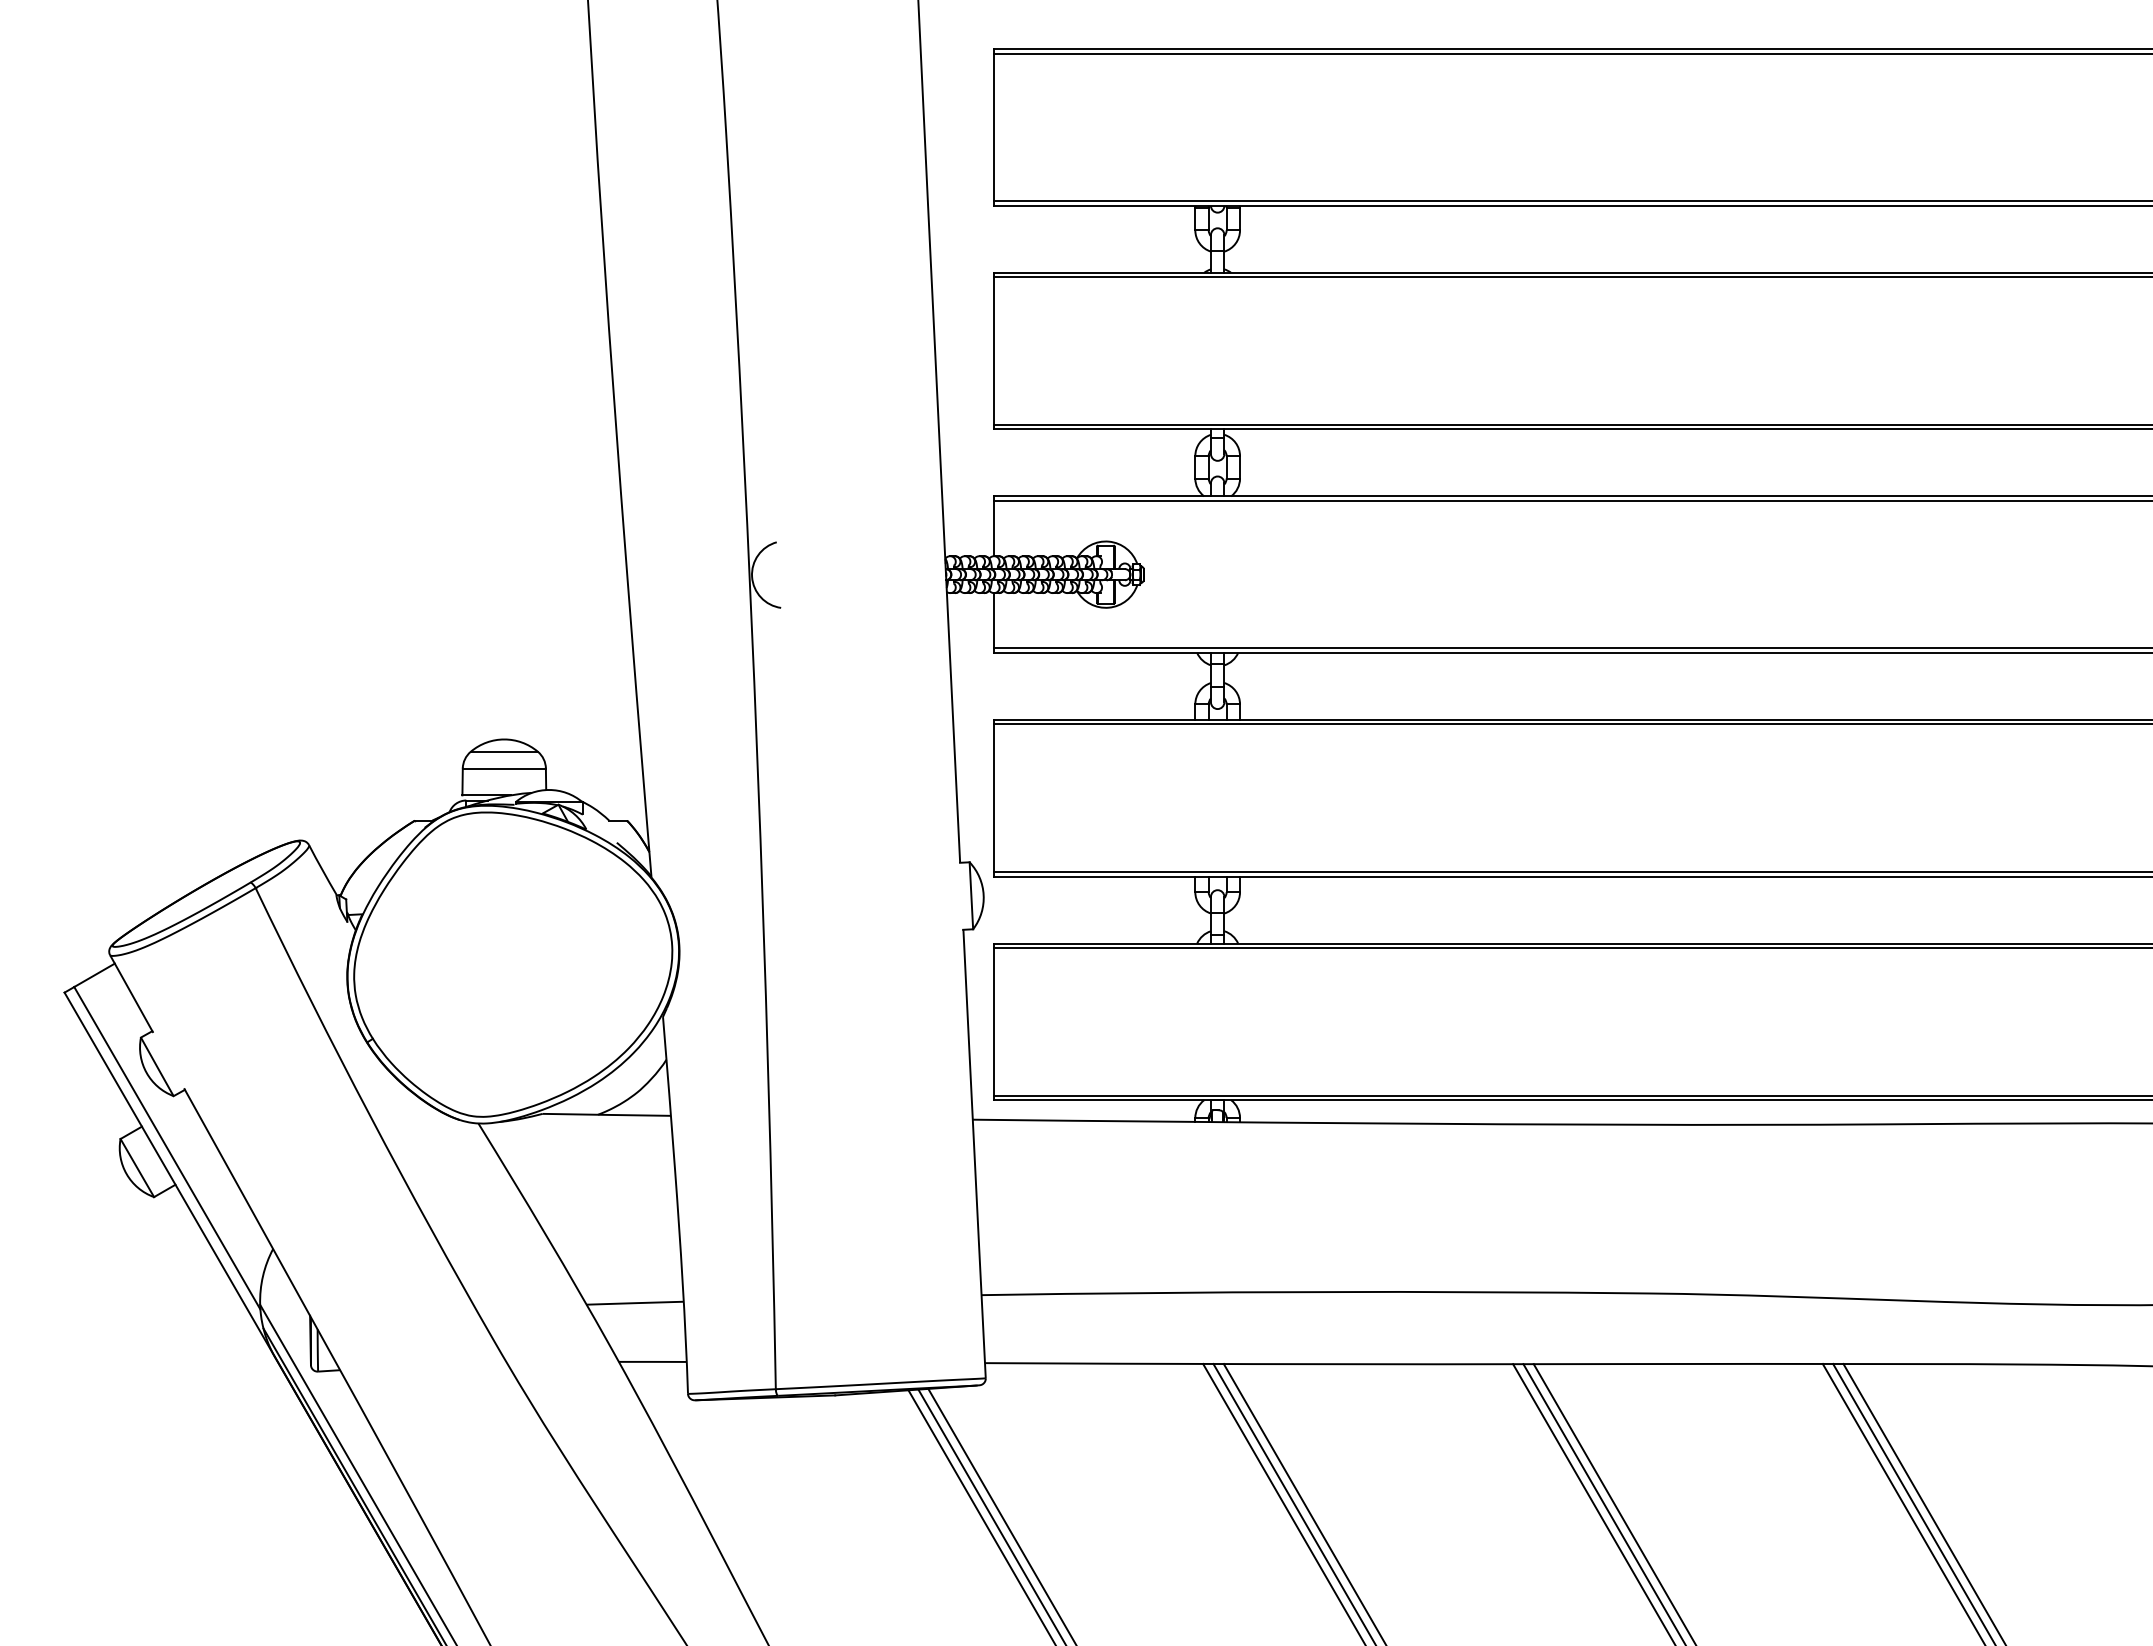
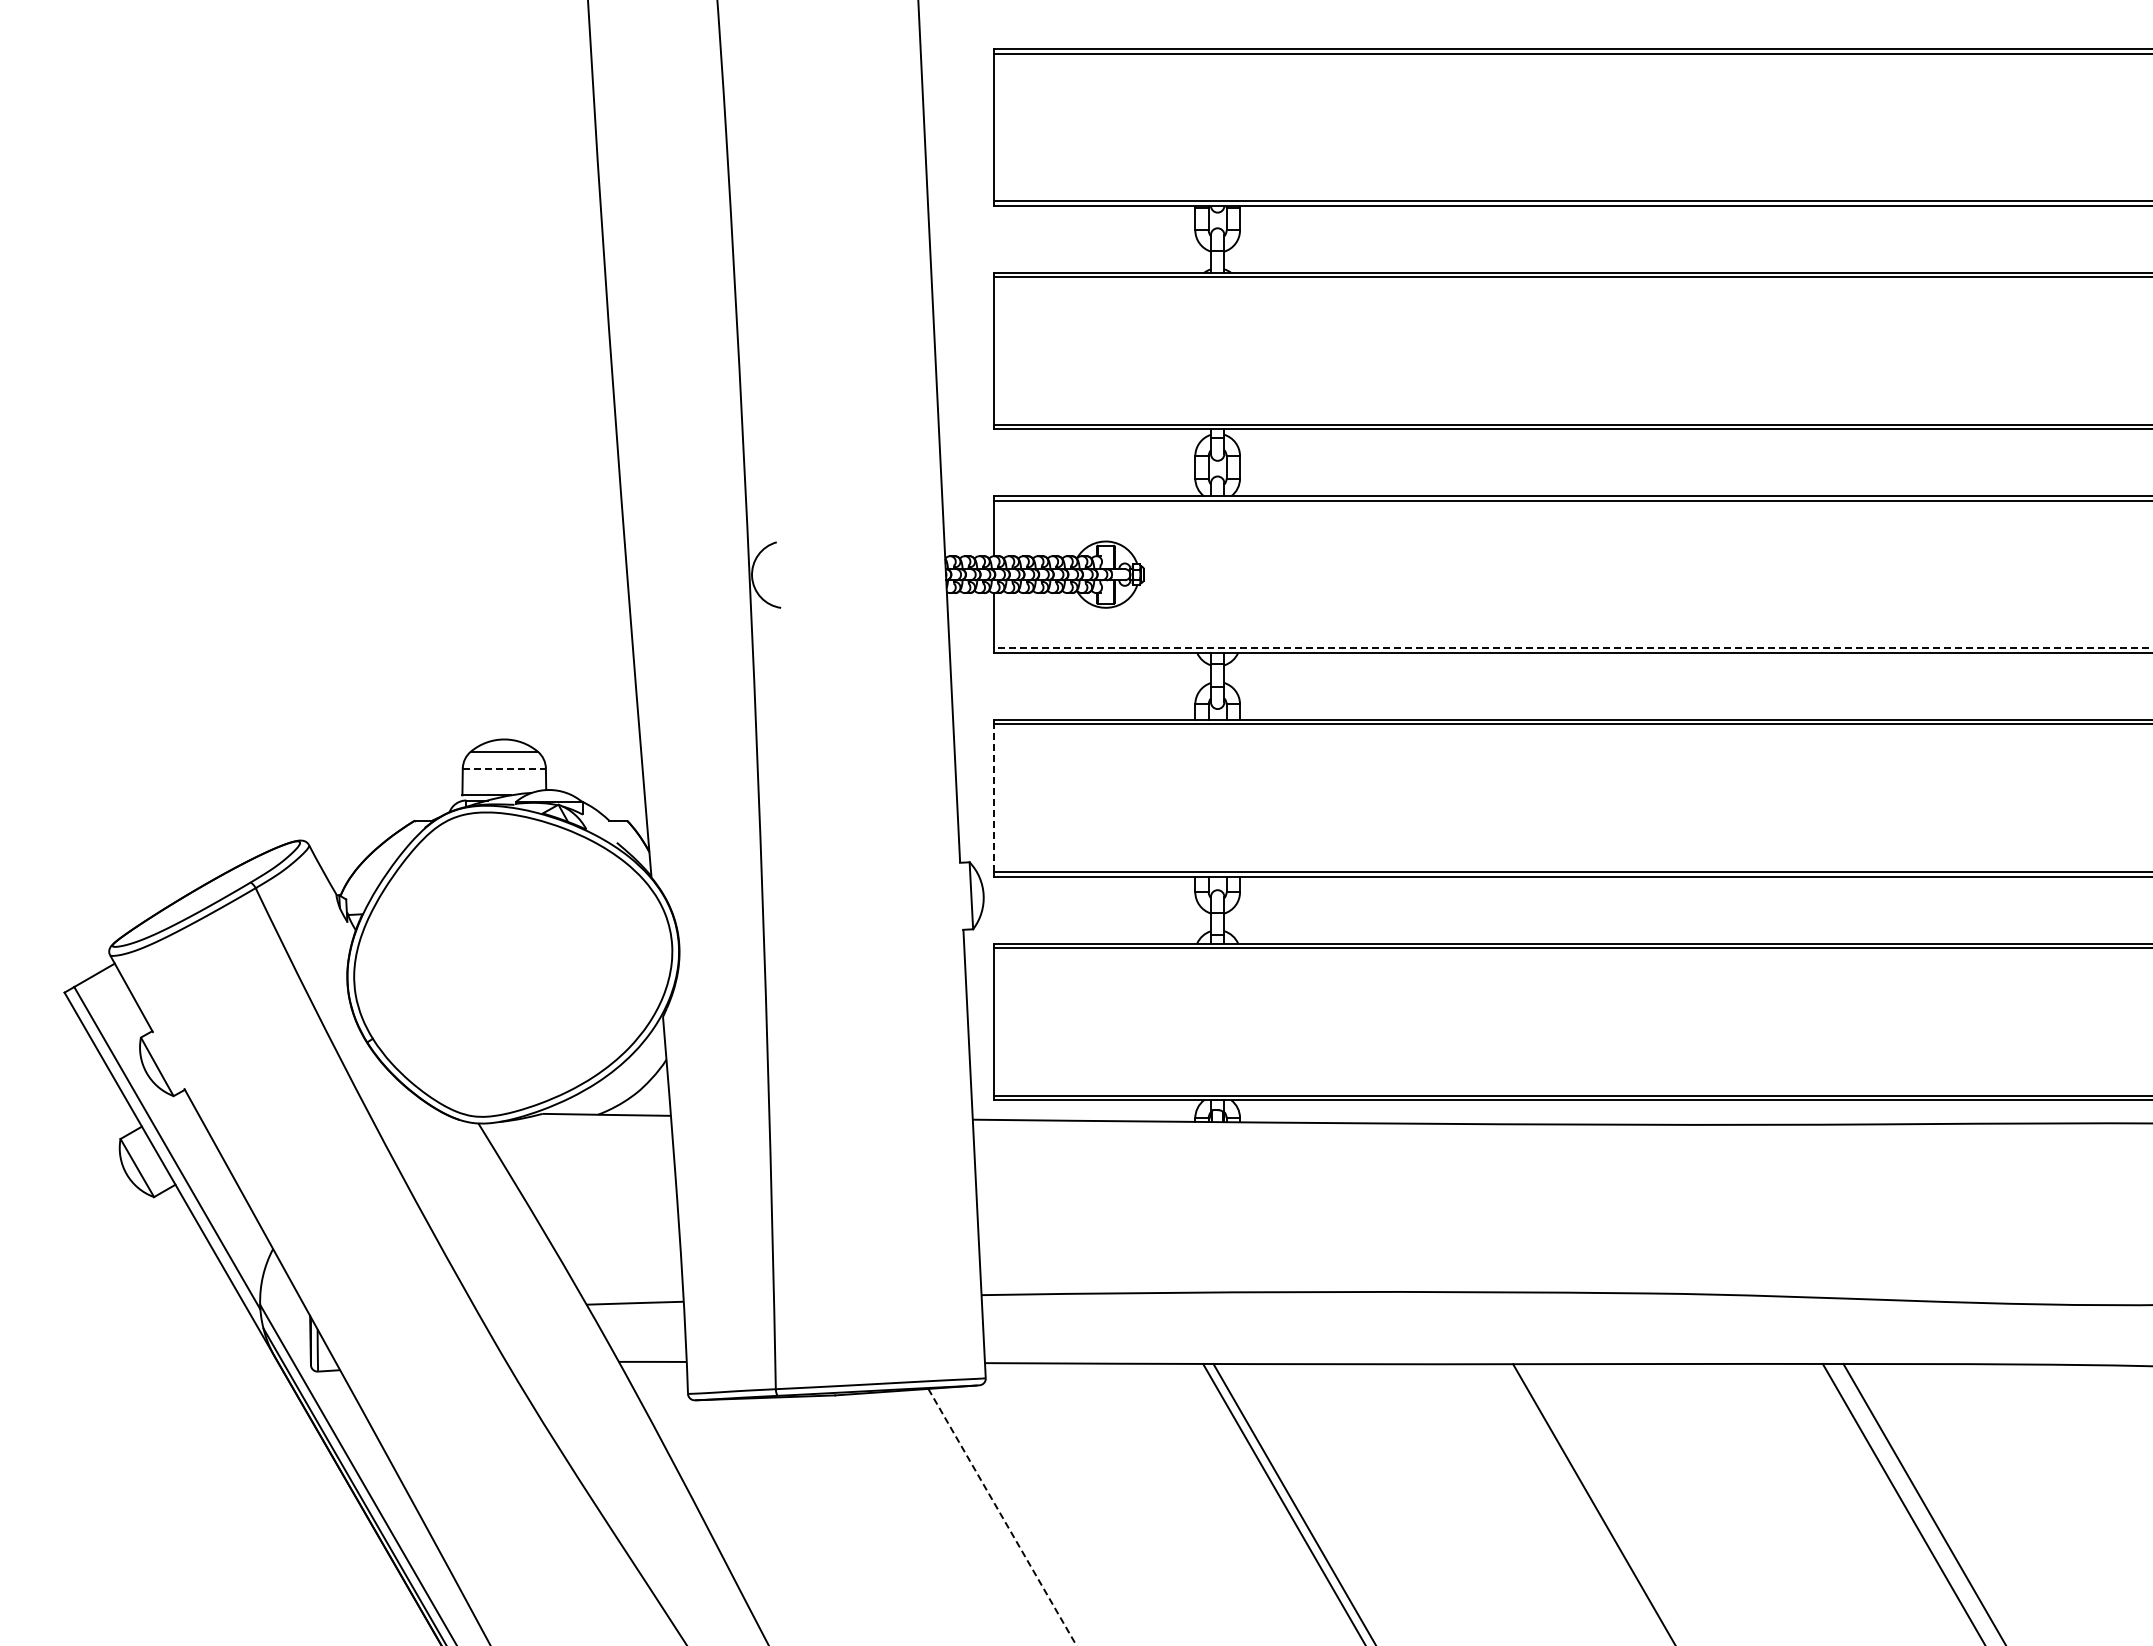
line at (1572, 648): solid -> dashed
line at (504, 768): solid -> dashed
line at (994, 798): solid -> dashed
line at (1913, 1502): present -> none
line at (1303, 1503): present -> none
line at (1603, 1503): present -> none
line at (1613, 1503): present -> none
line at (991, 1515): present -> none
line at (981, 1516): present -> none
line at (1002, 1517): solid -> dashed
